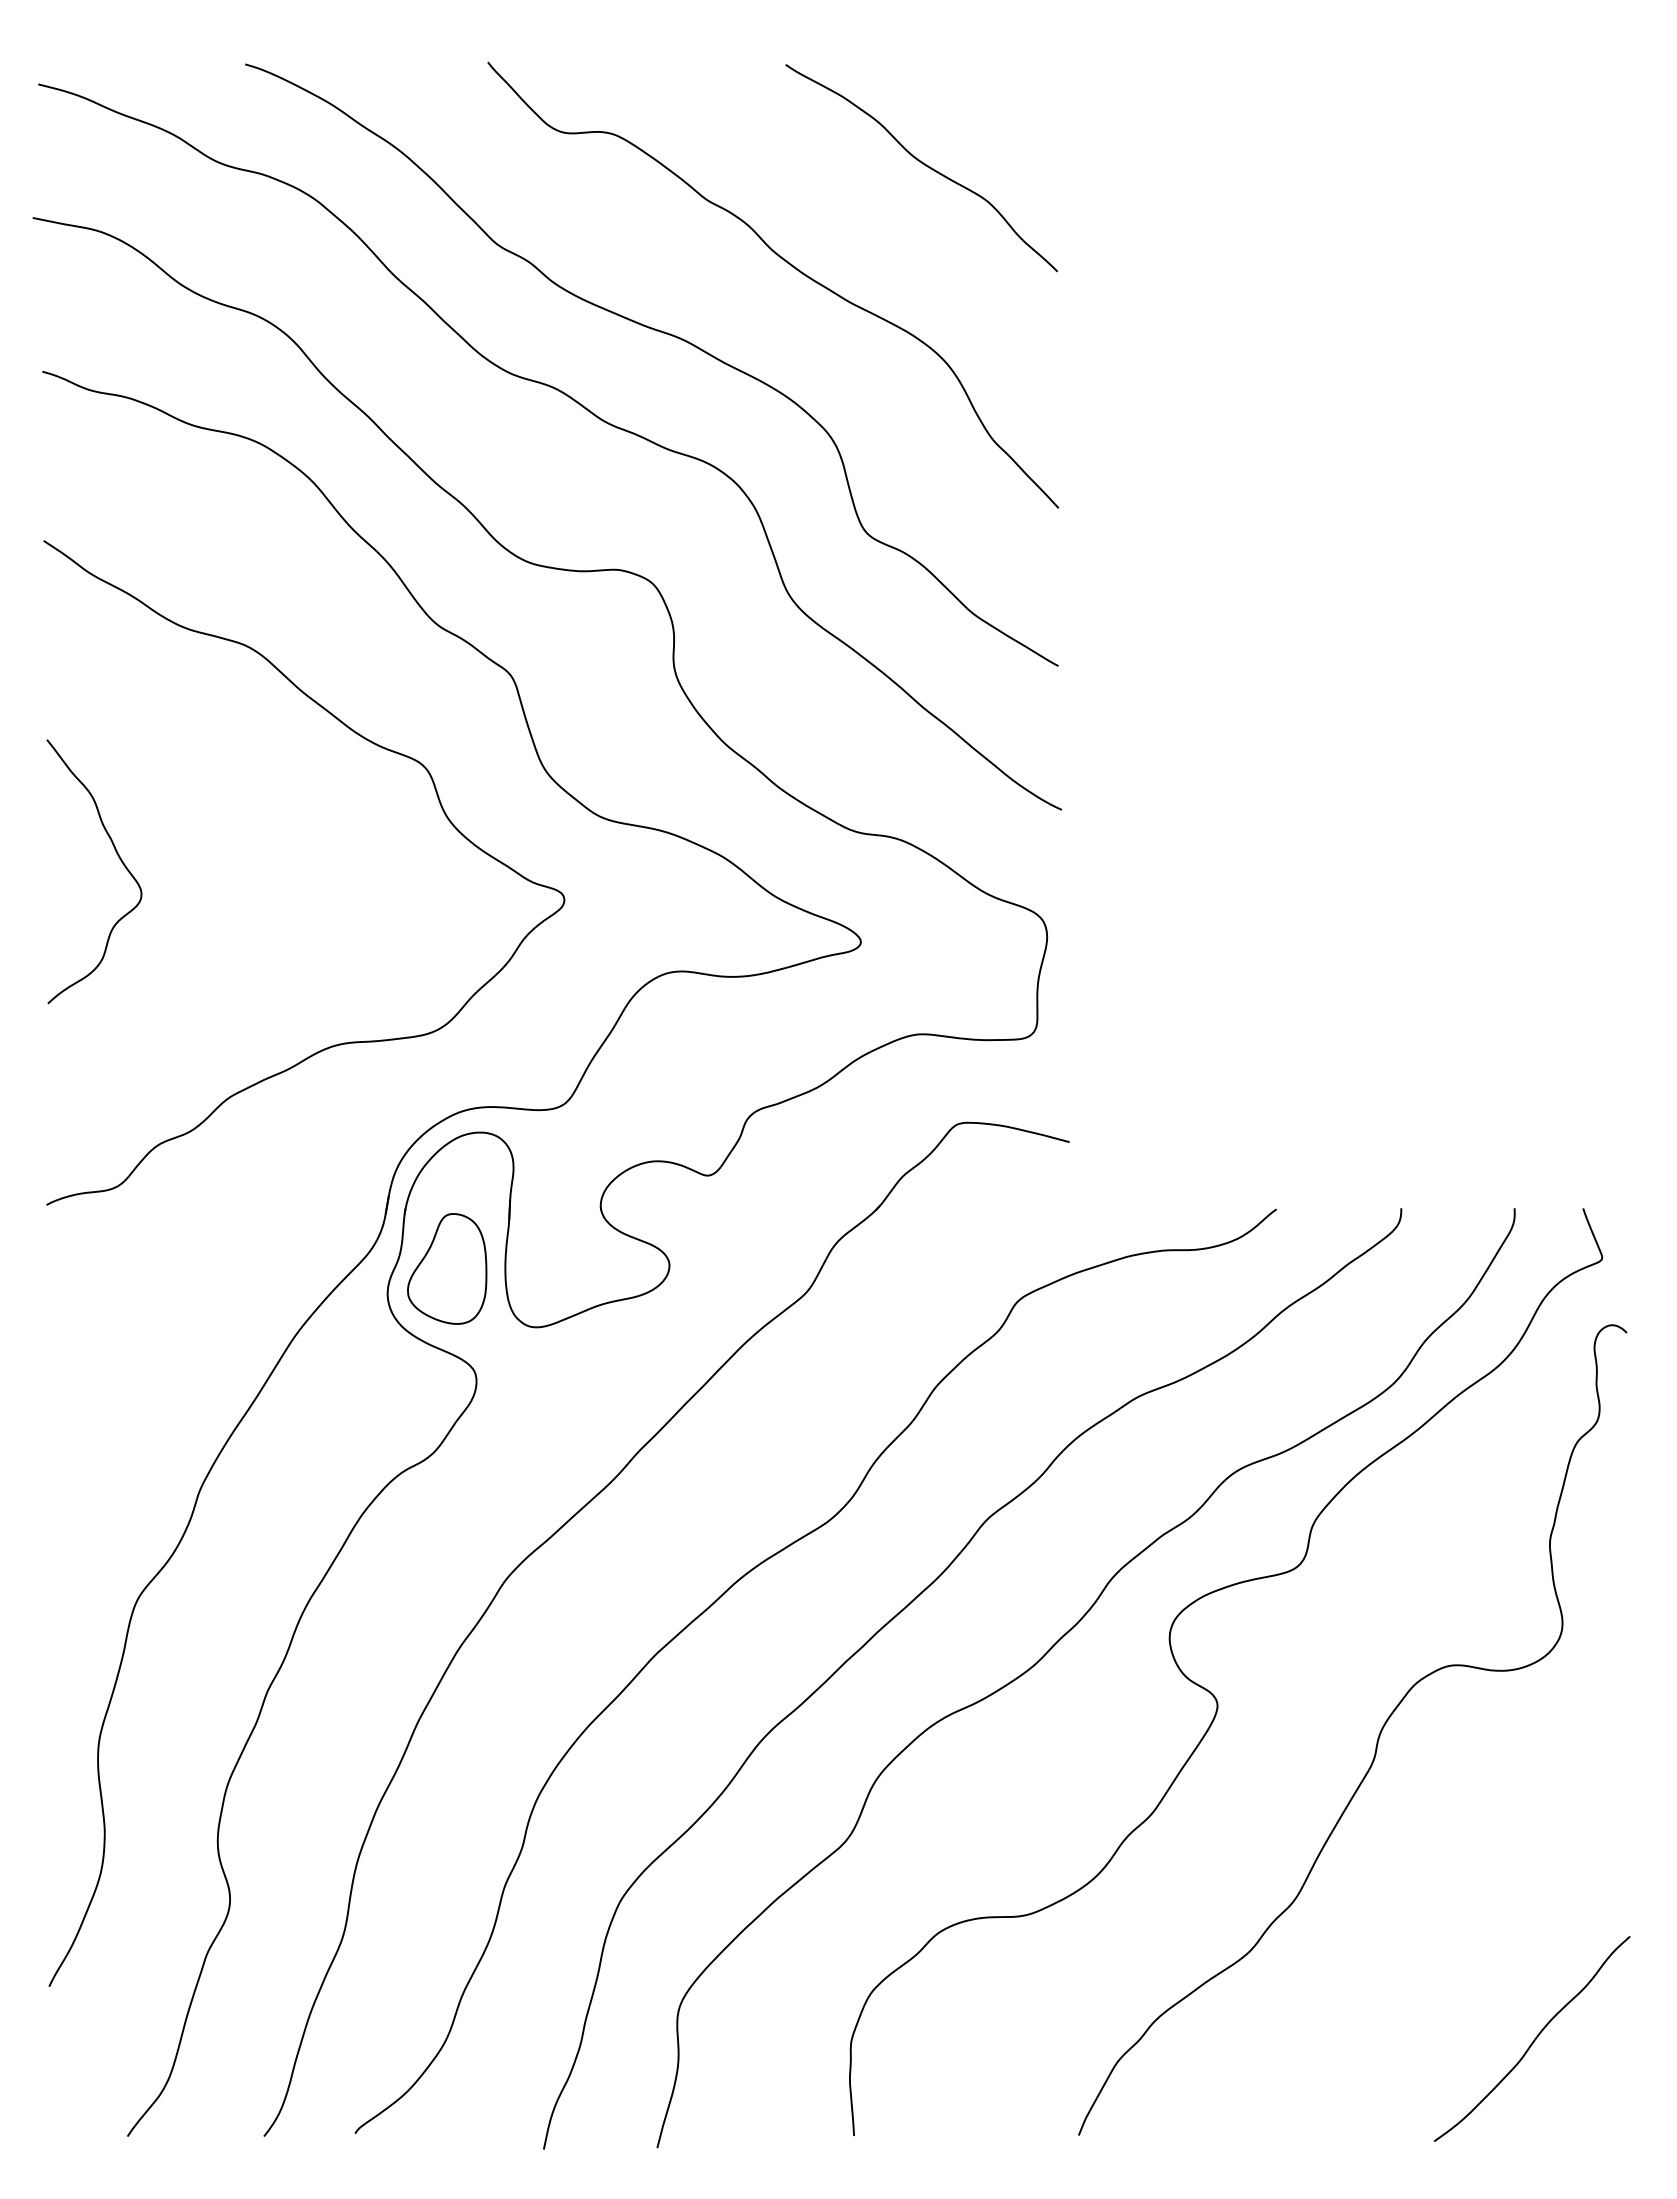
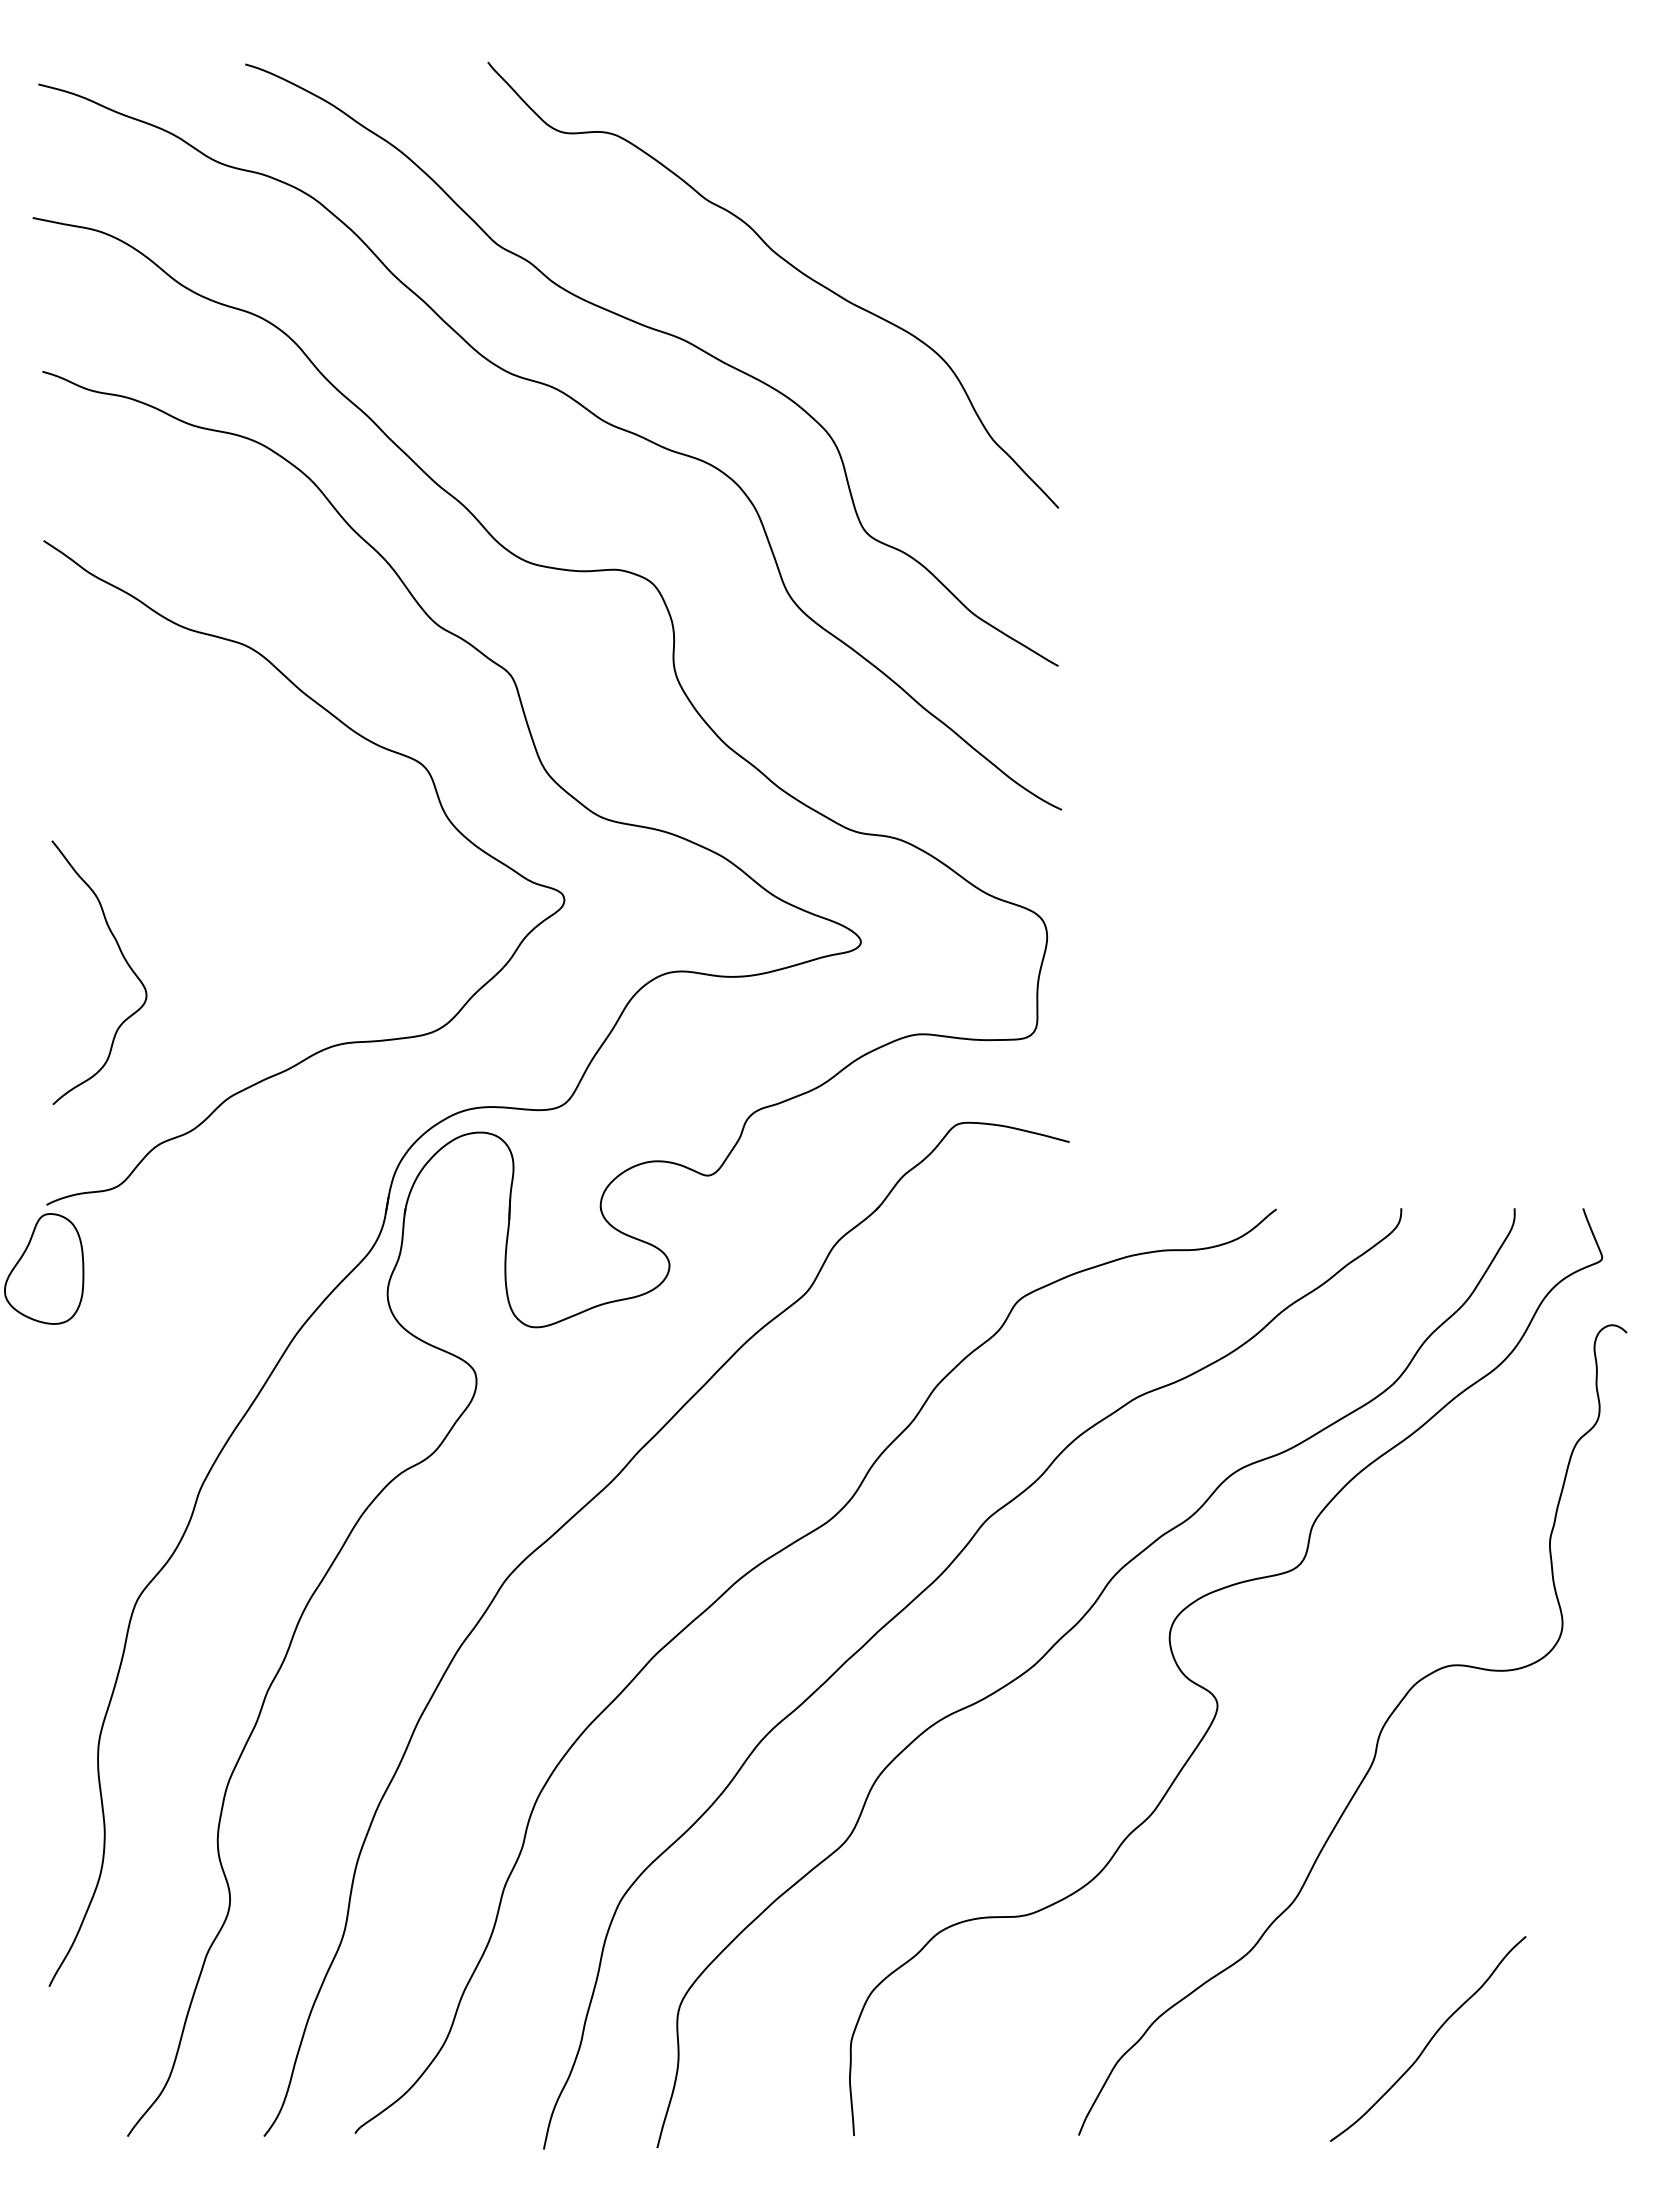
curve at (922, 164): present -> none
curve at (119, 859) position: (119, 859) -> (124, 960)
part at (447, 1268) position: (447, 1268) -> (44, 1268)
curve at (1533, 2040) position: (1533, 2040) -> (1429, 2040)
